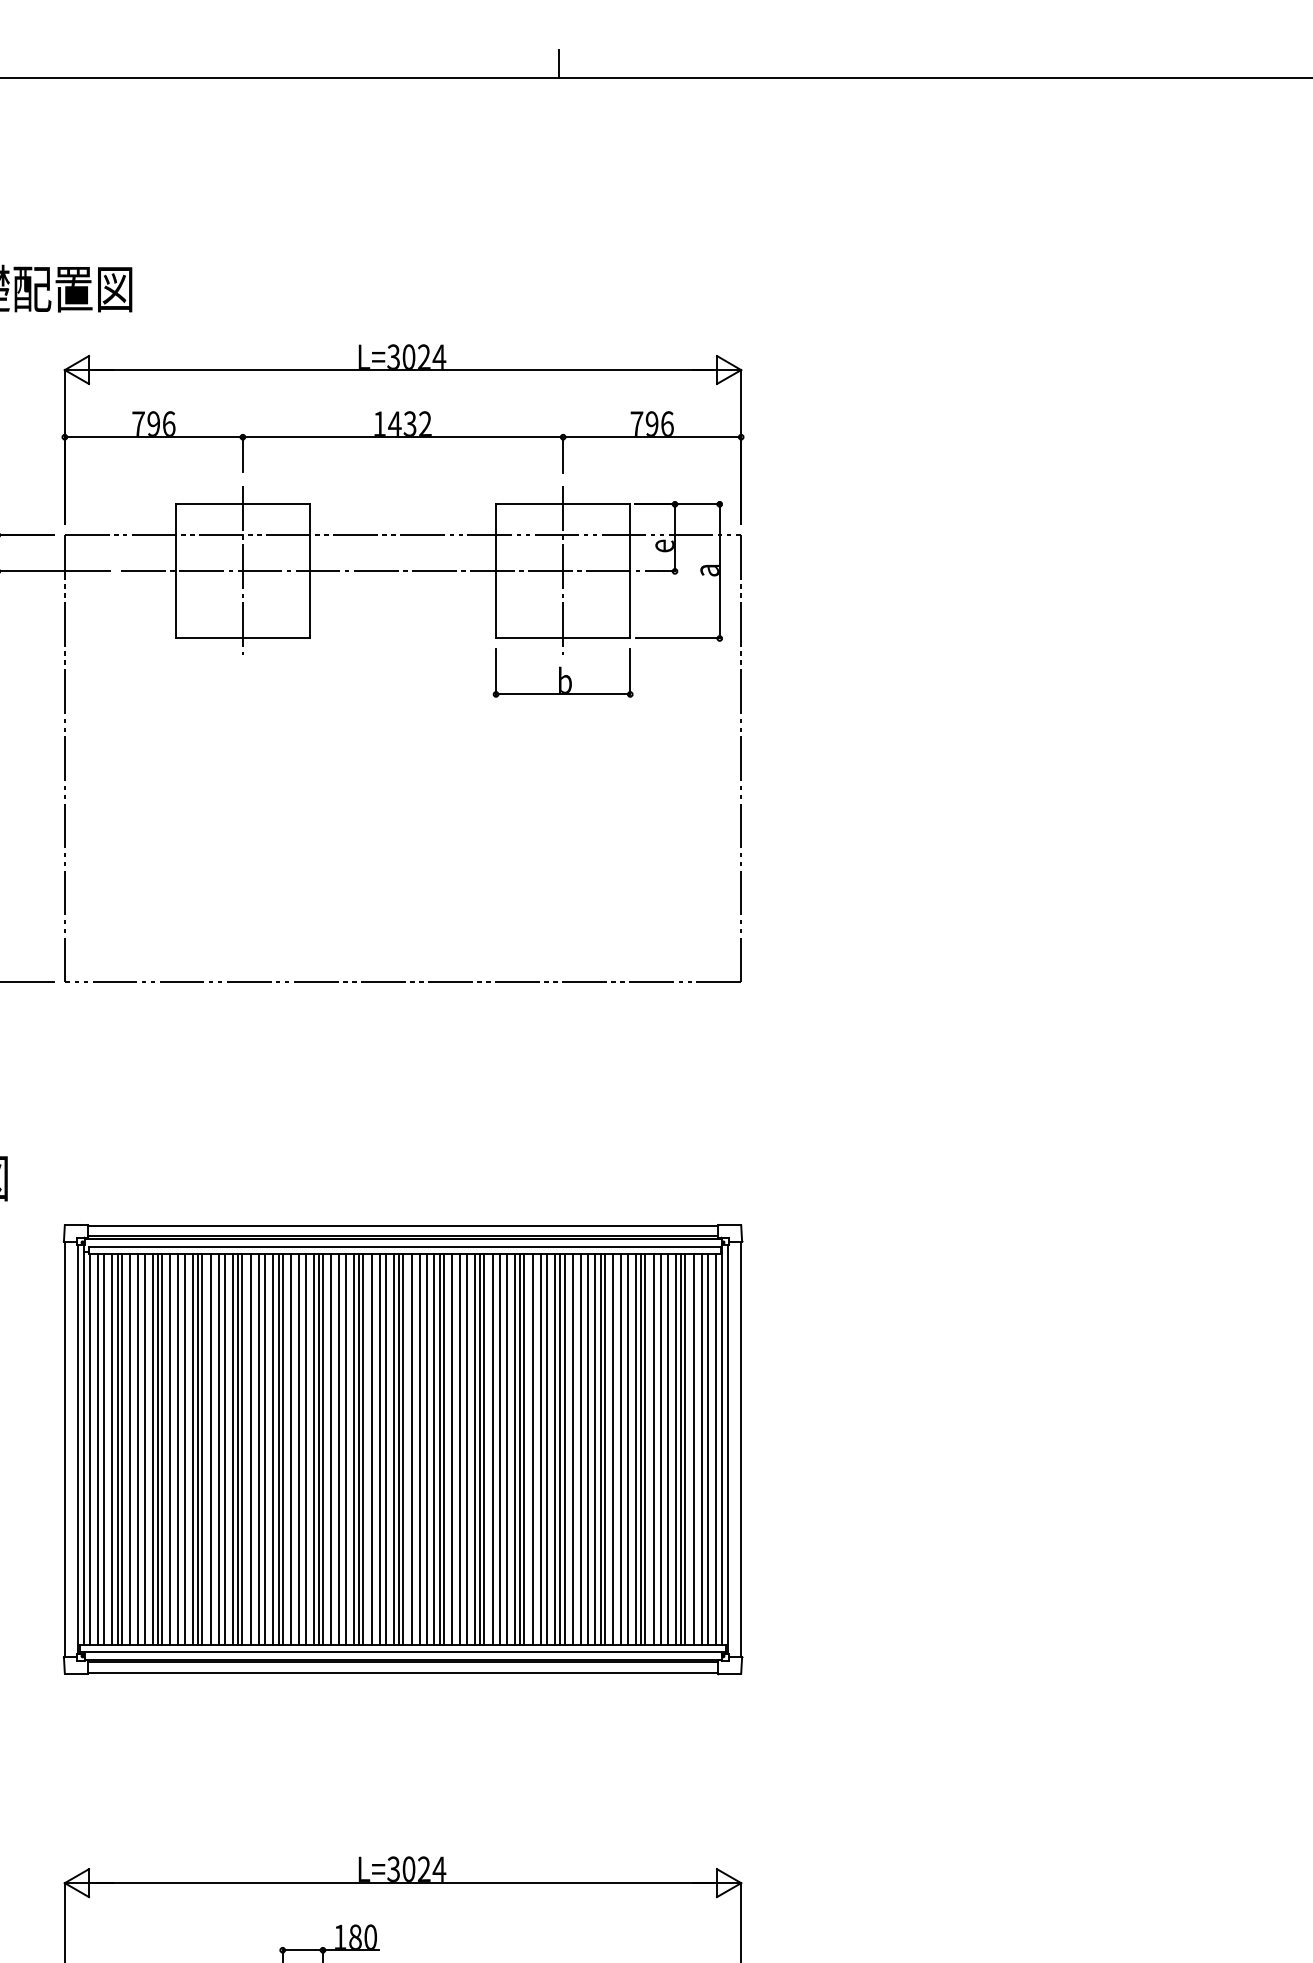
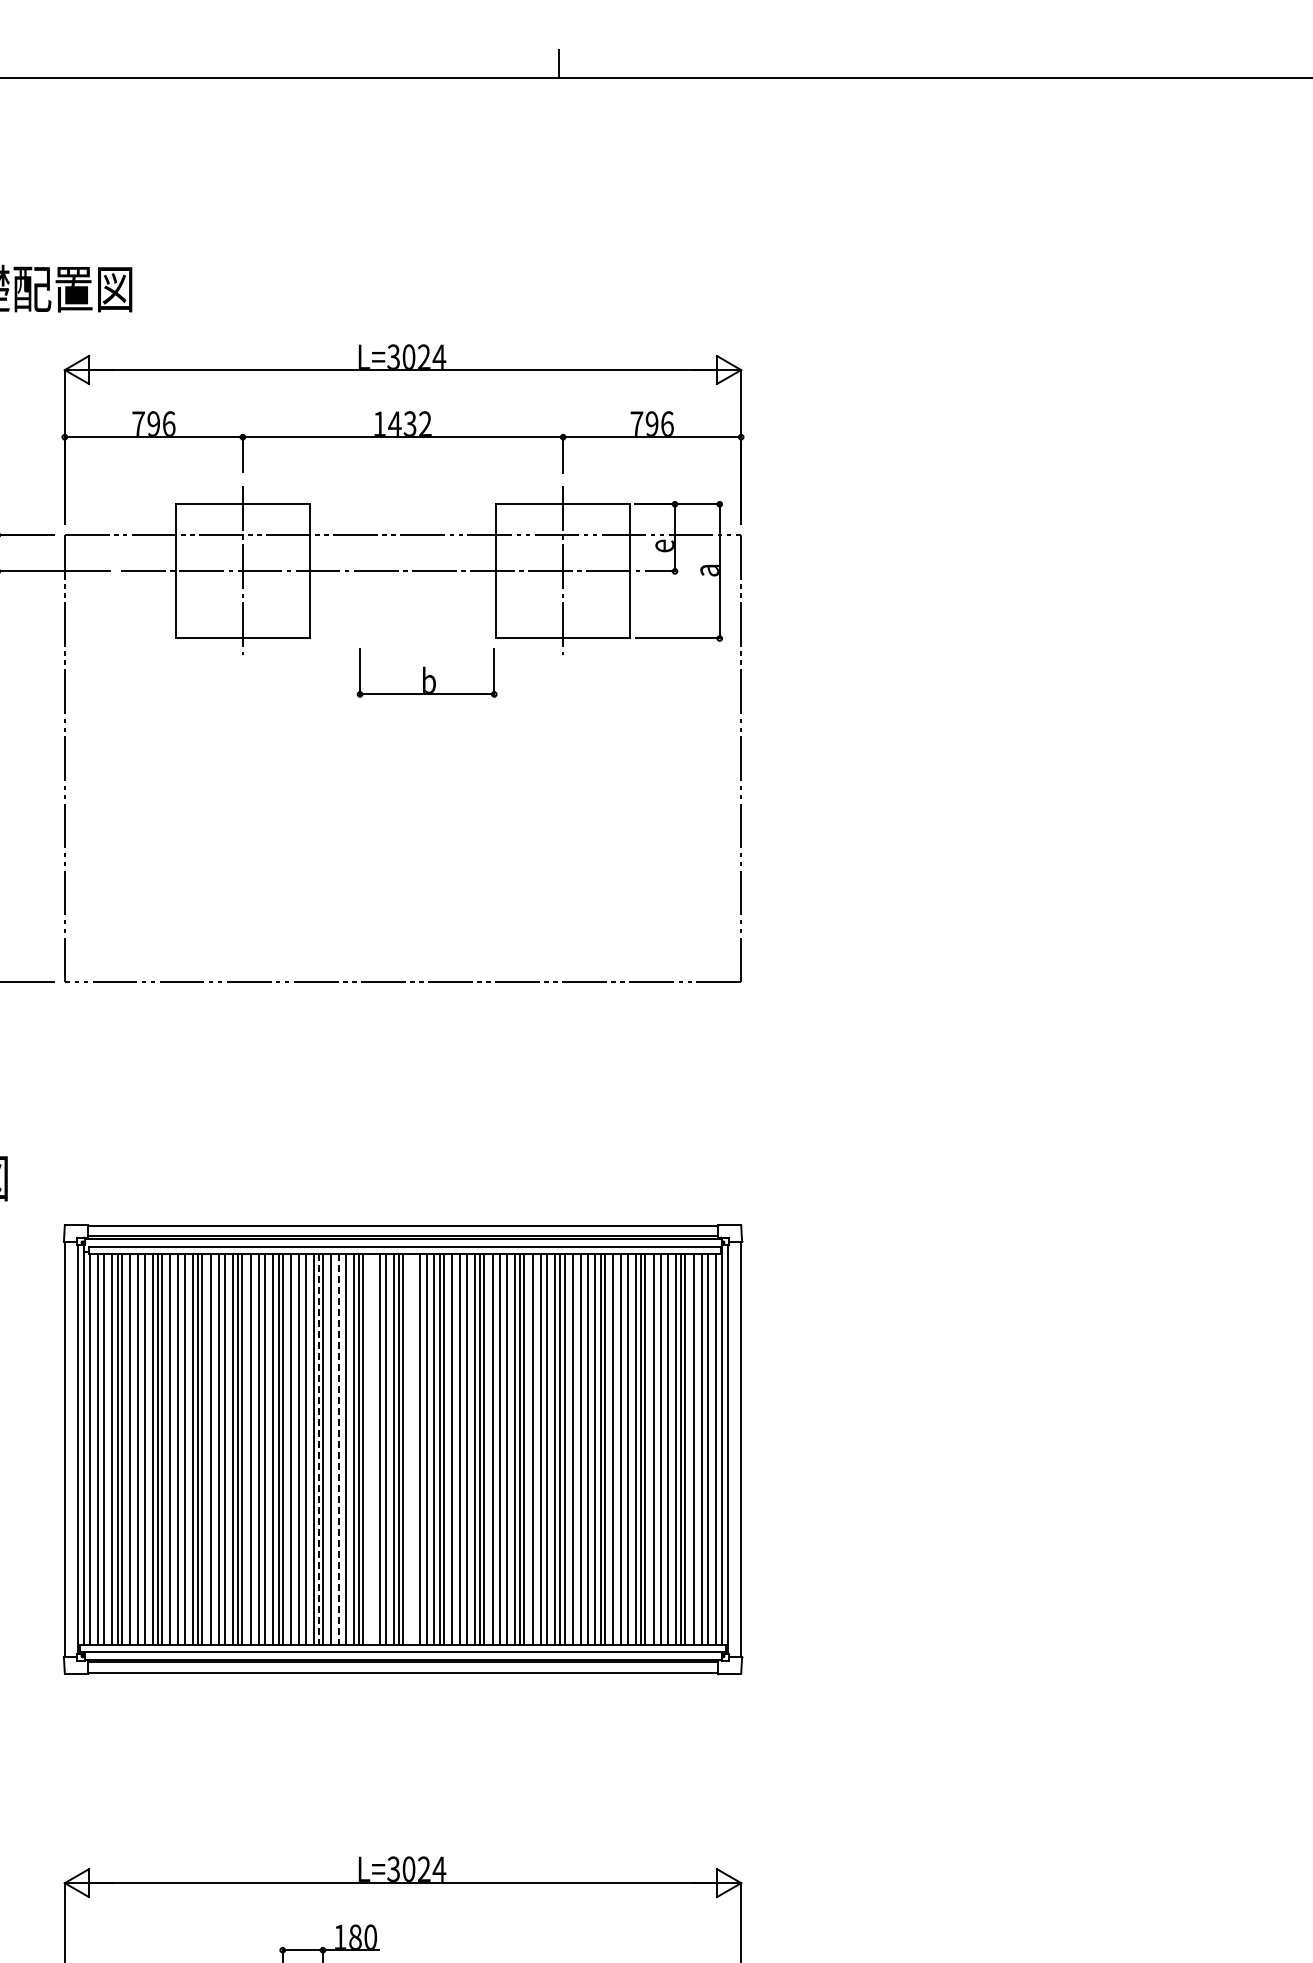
part at (562, 672) position: (562, 672) -> (426, 672)
line at (371, 1449): present -> none
line at (411, 1449): present -> none
line at (318, 1450): solid -> dashed
line at (339, 1450): solid -> dashed
